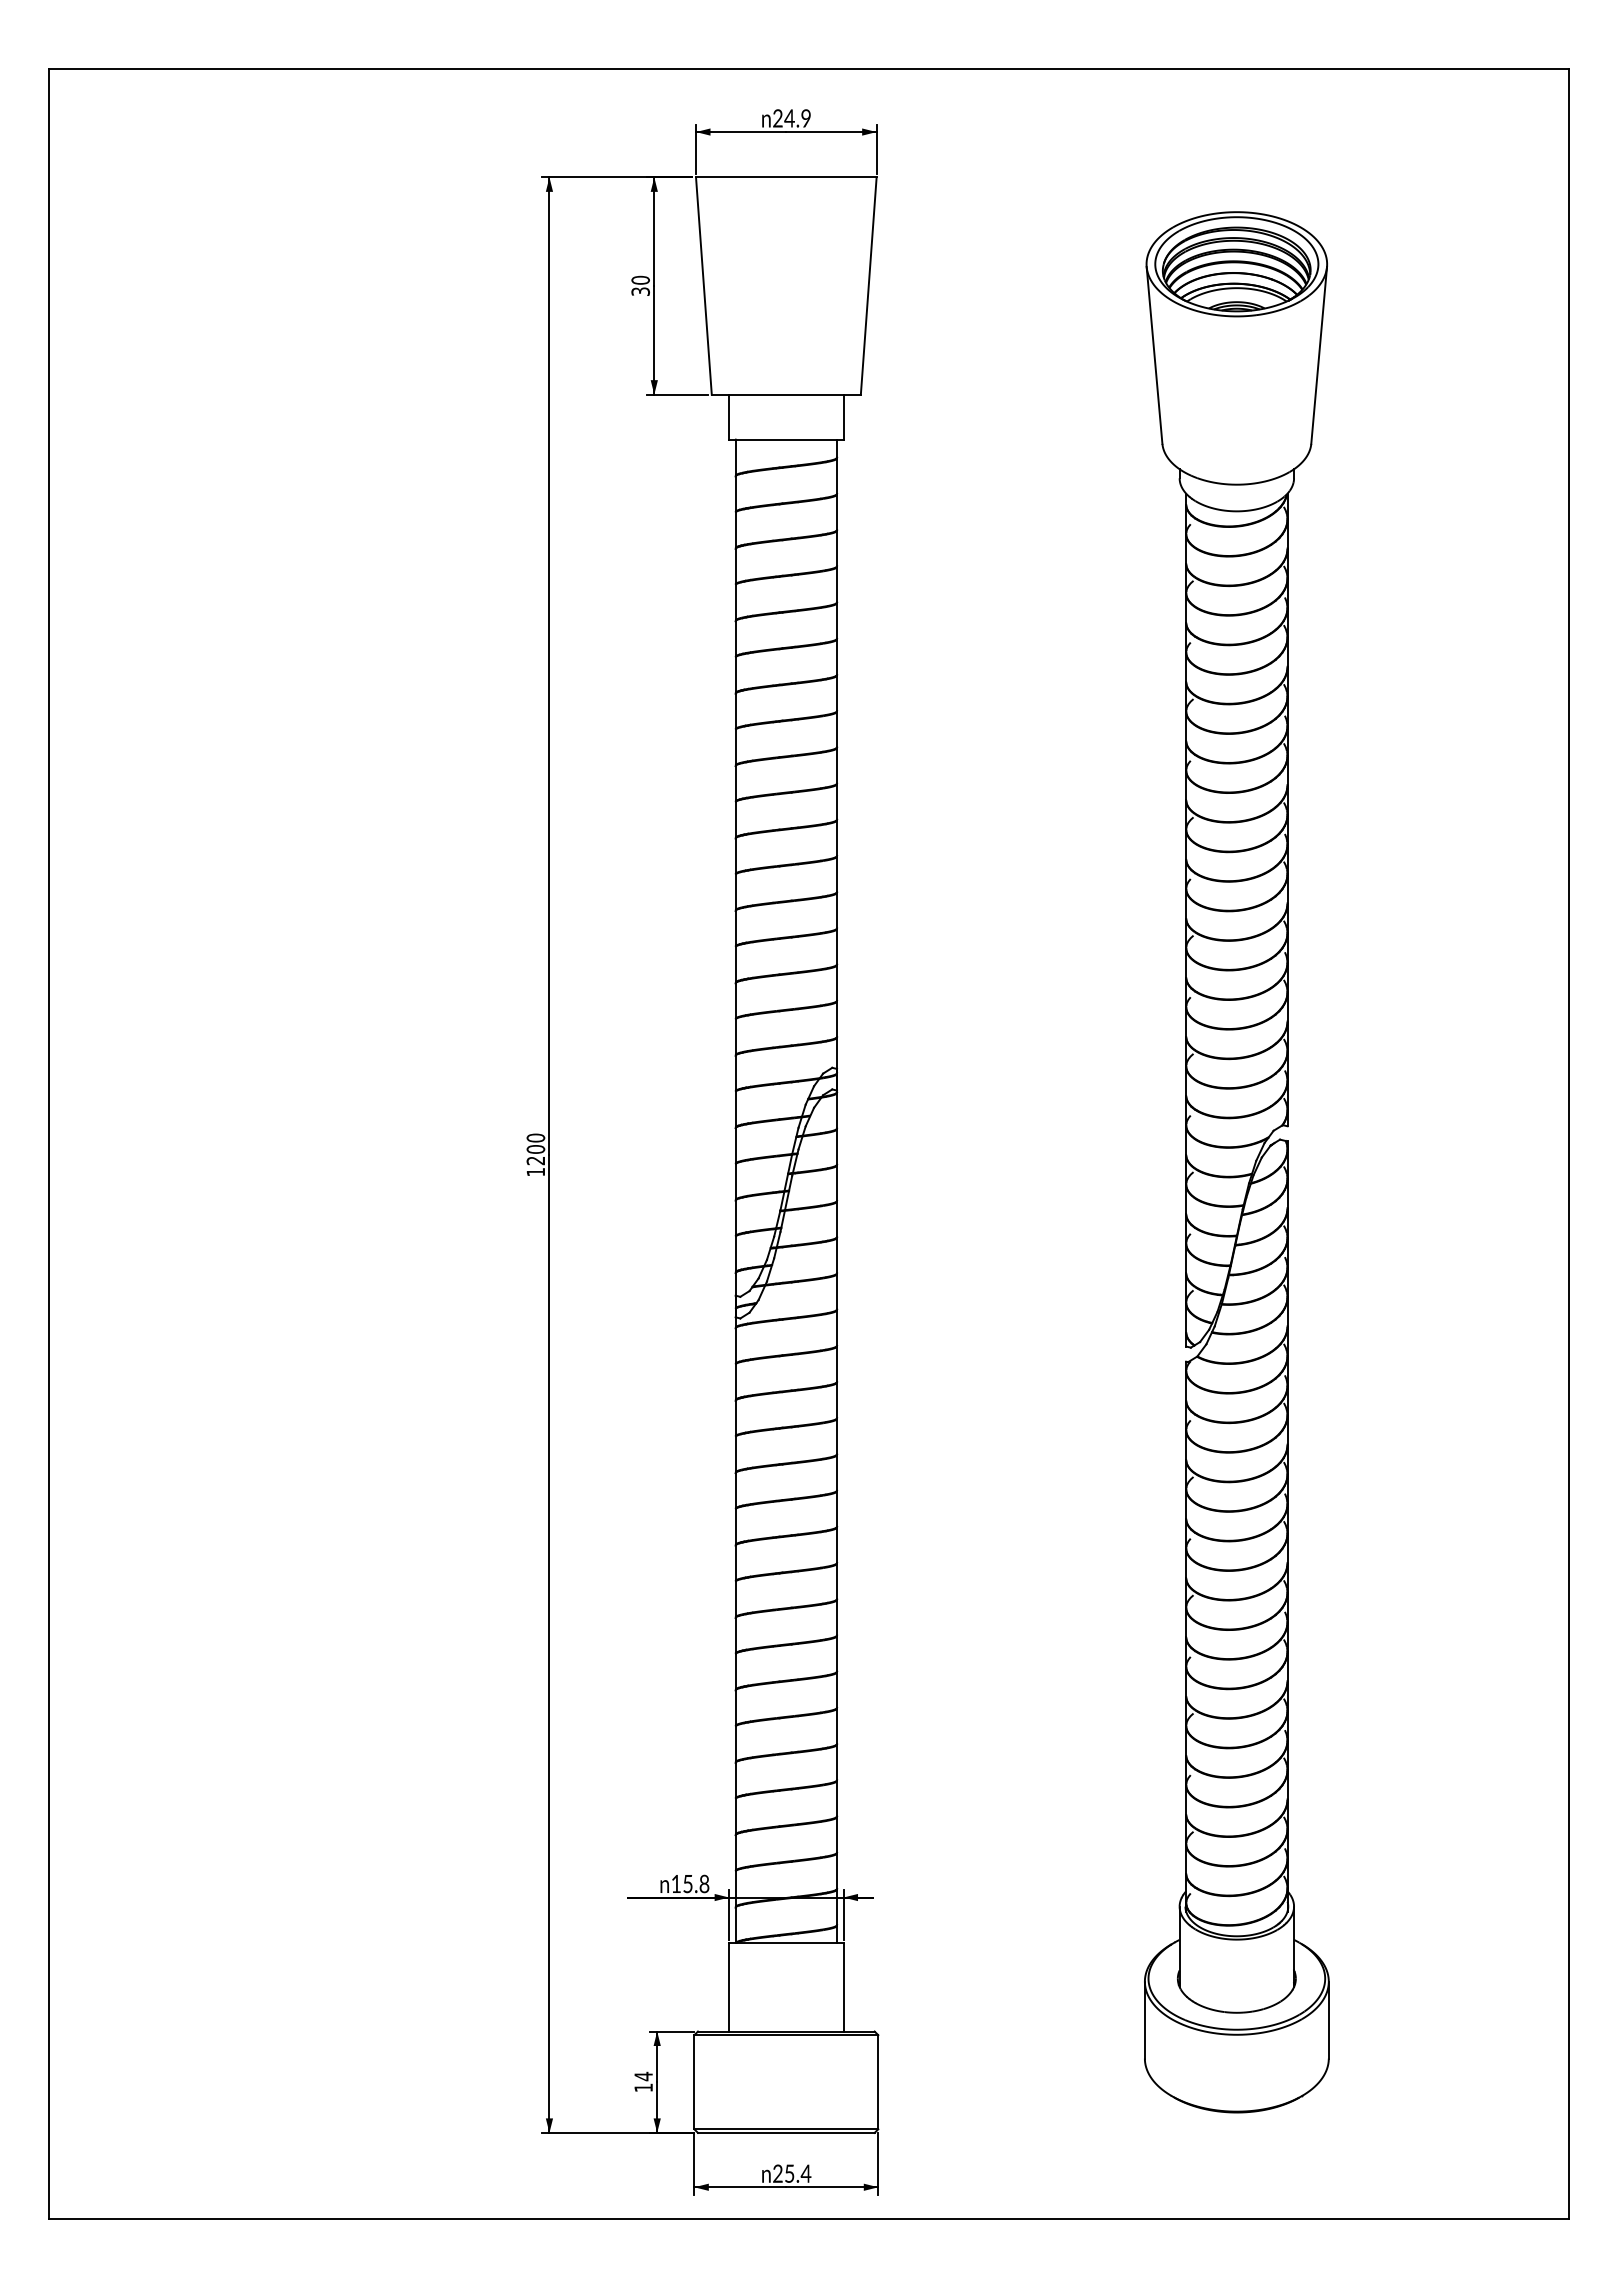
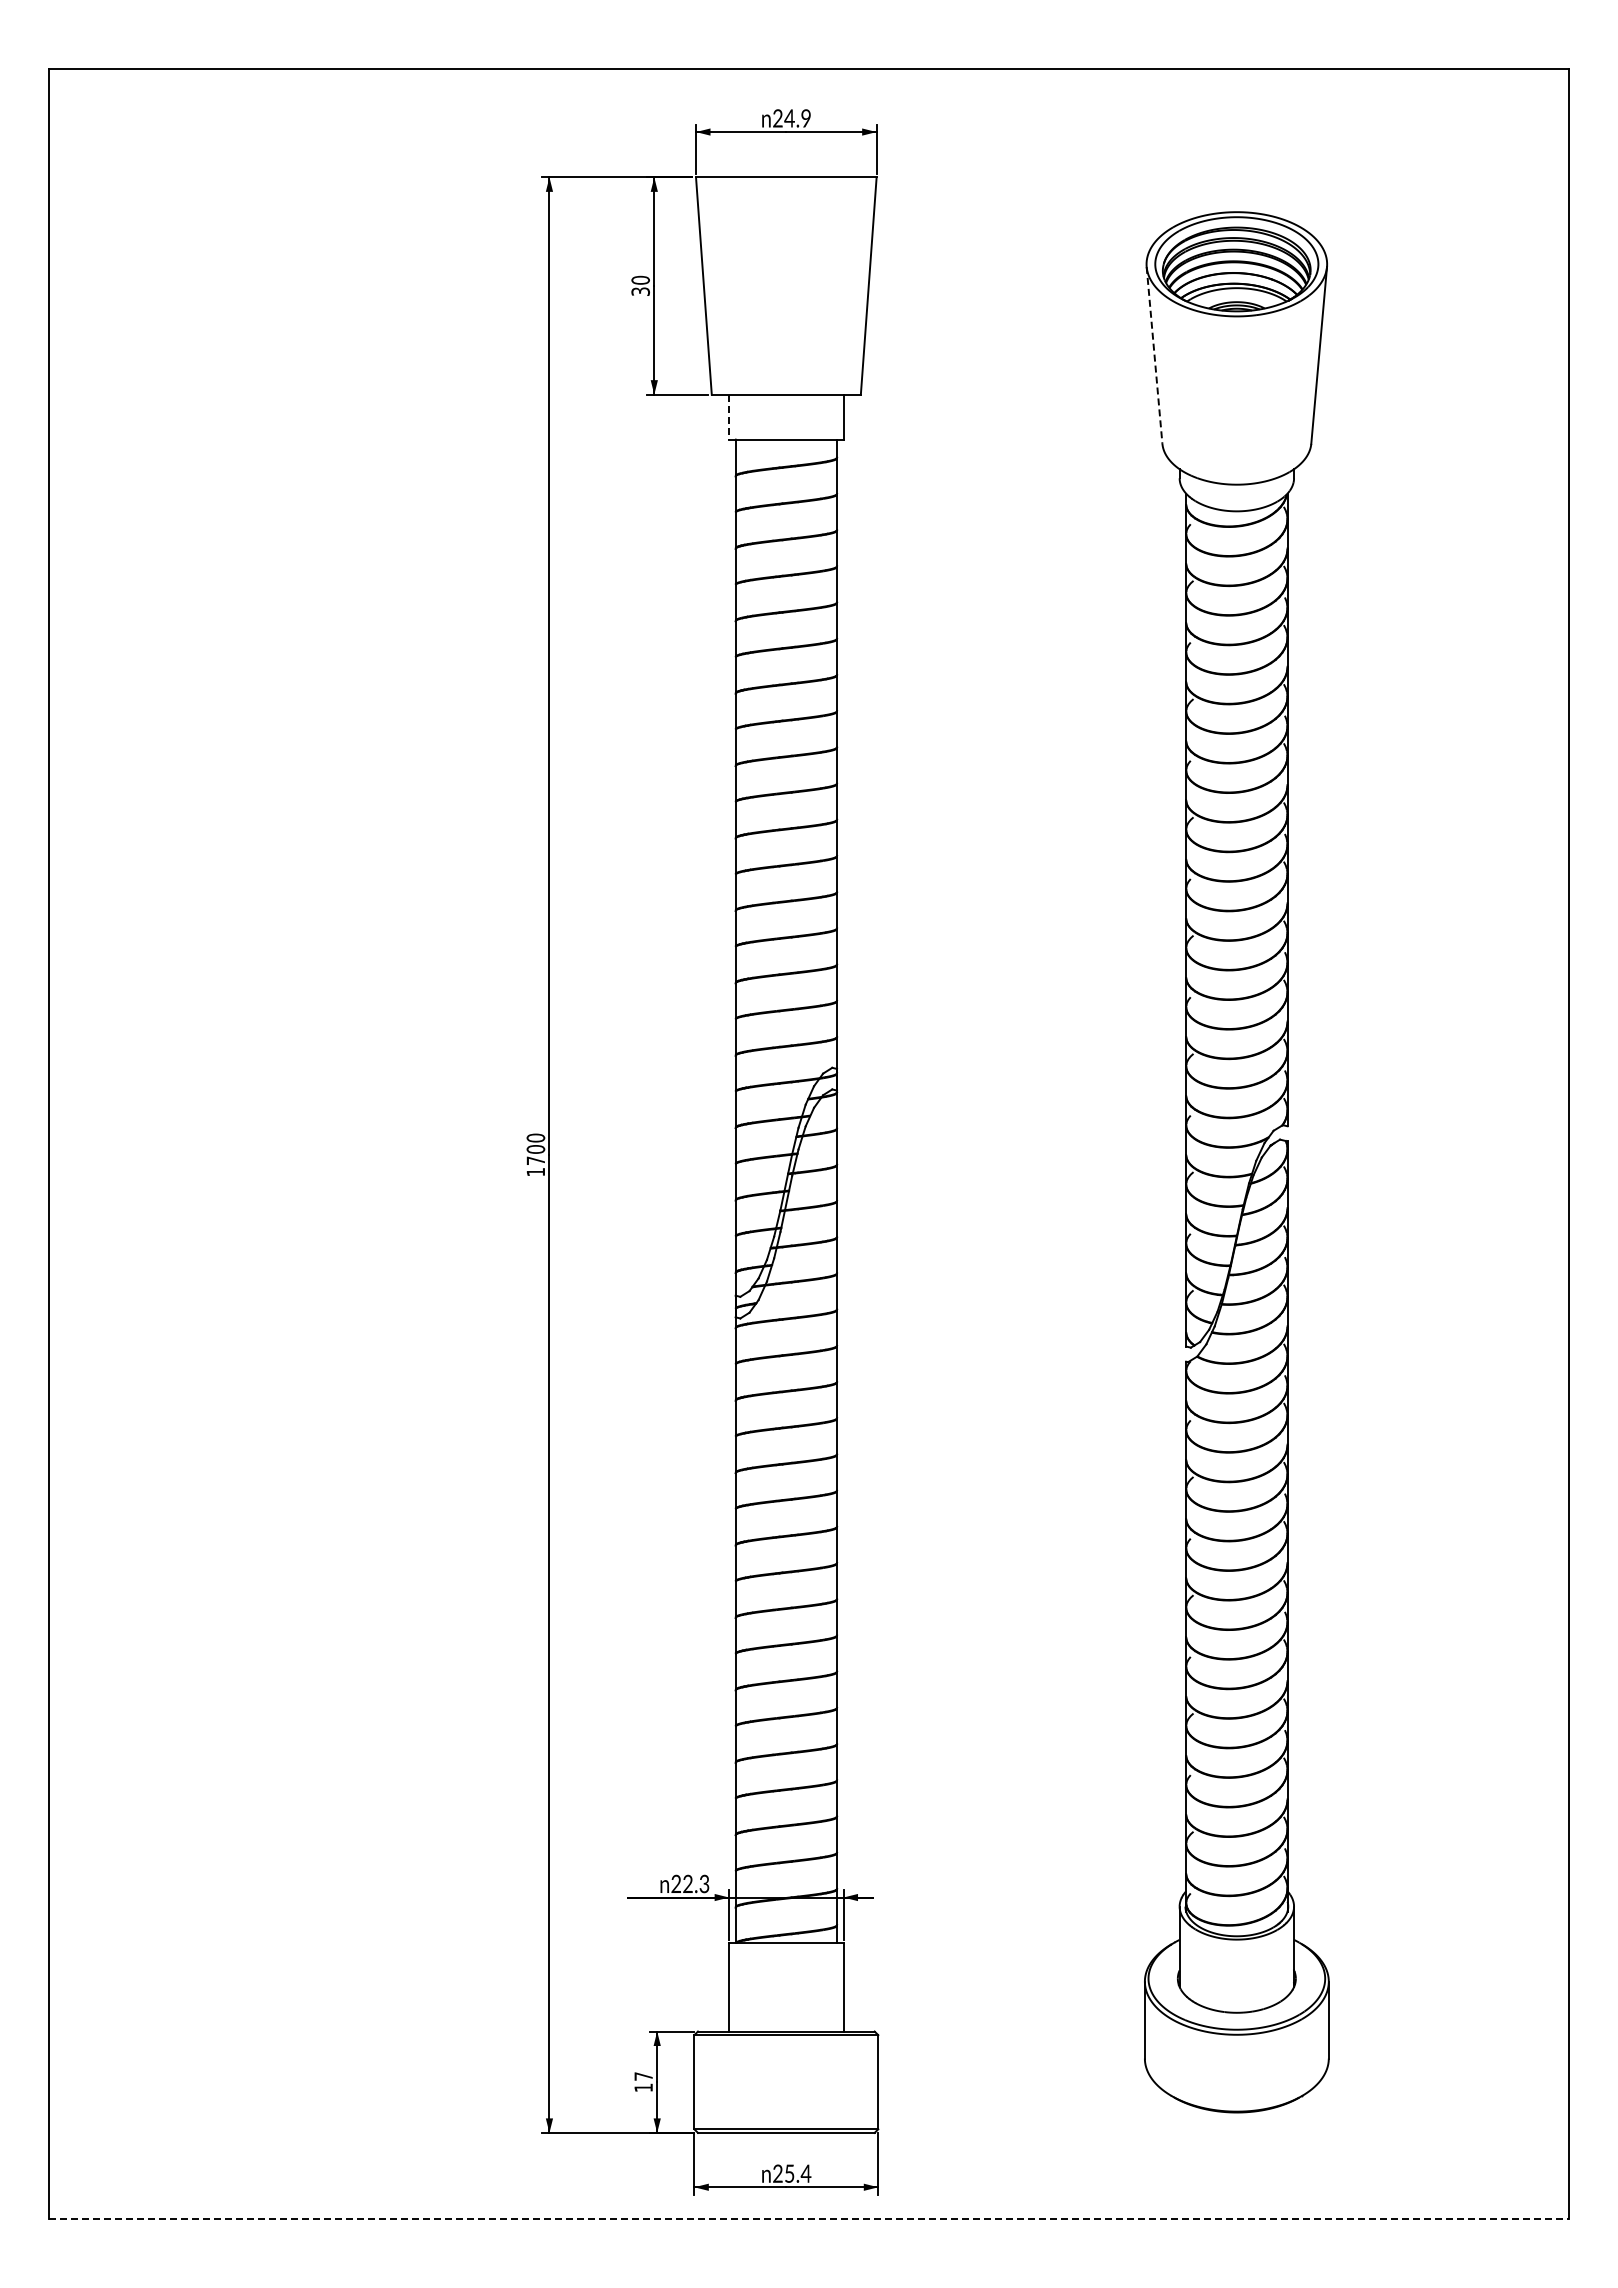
line at (1154, 355): solid -> dashed
line at (729, 417): solid -> dashed
text at (535, 1160): 1200 -> 1700
text at (690, 1883): 15.8 -> 22.3
text at (643, 2076): 14 -> 17
line at (809, 2219): solid -> dashed
